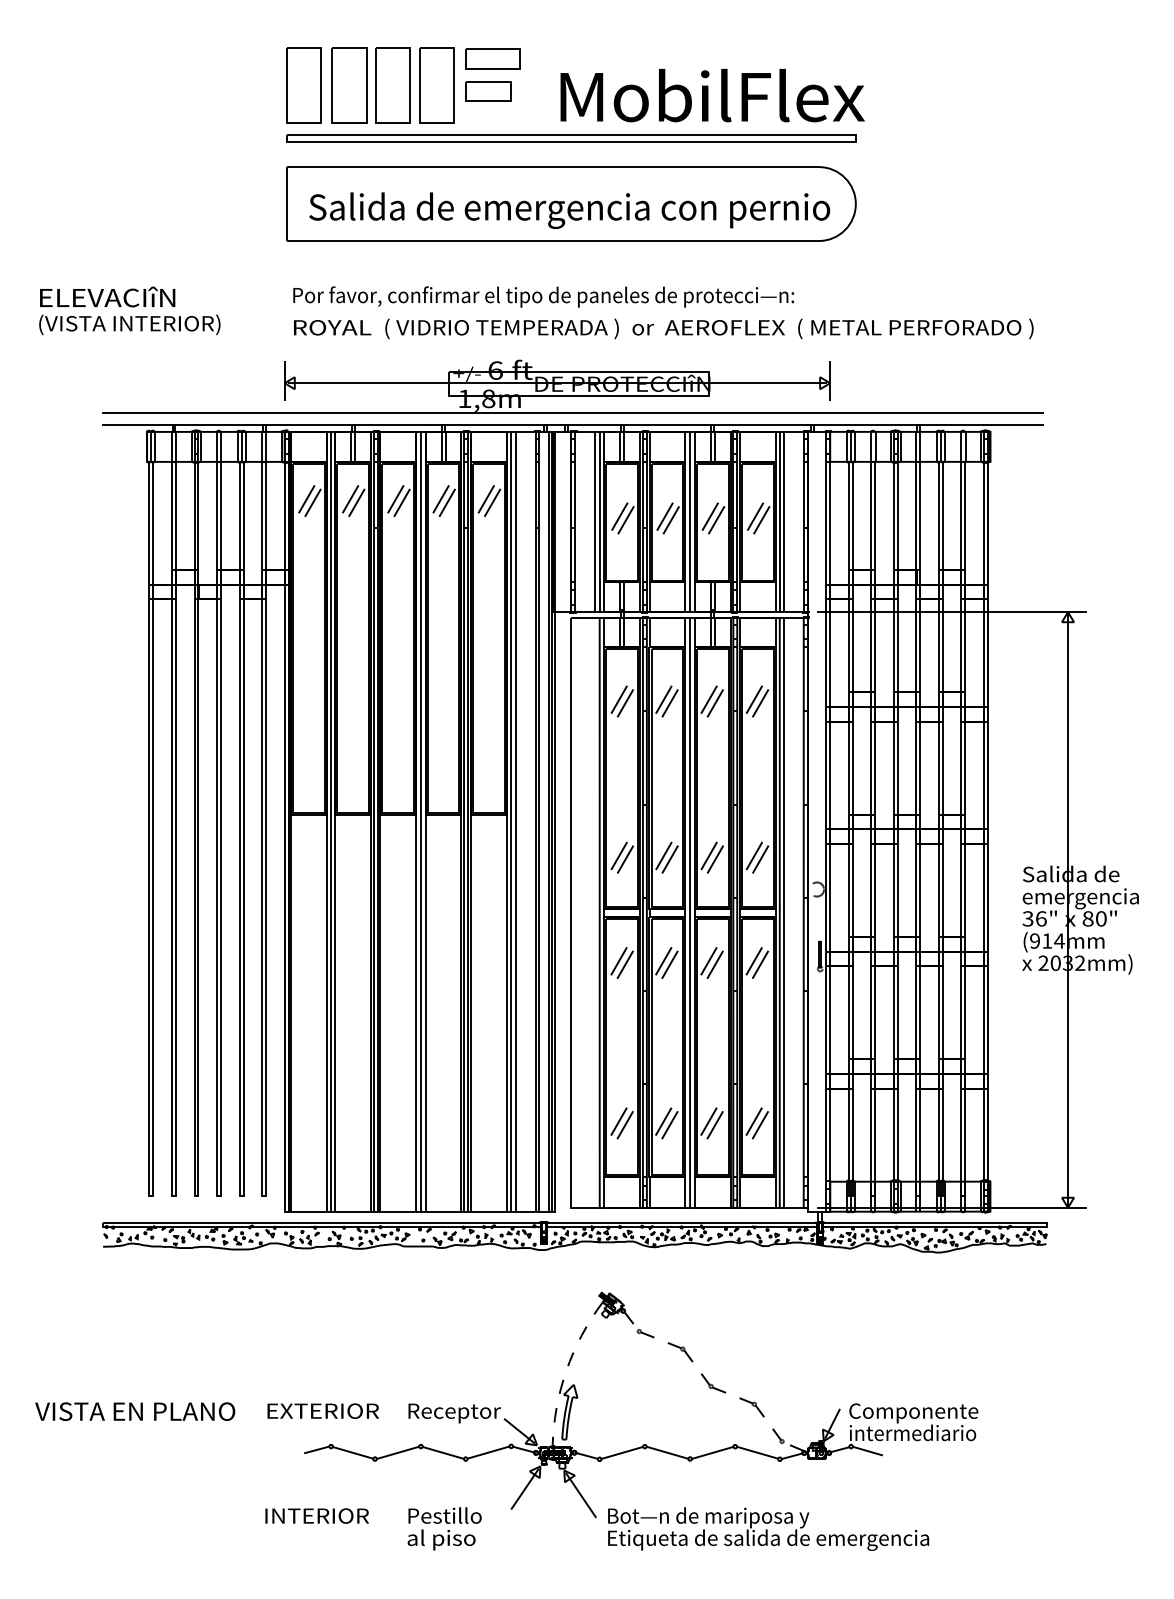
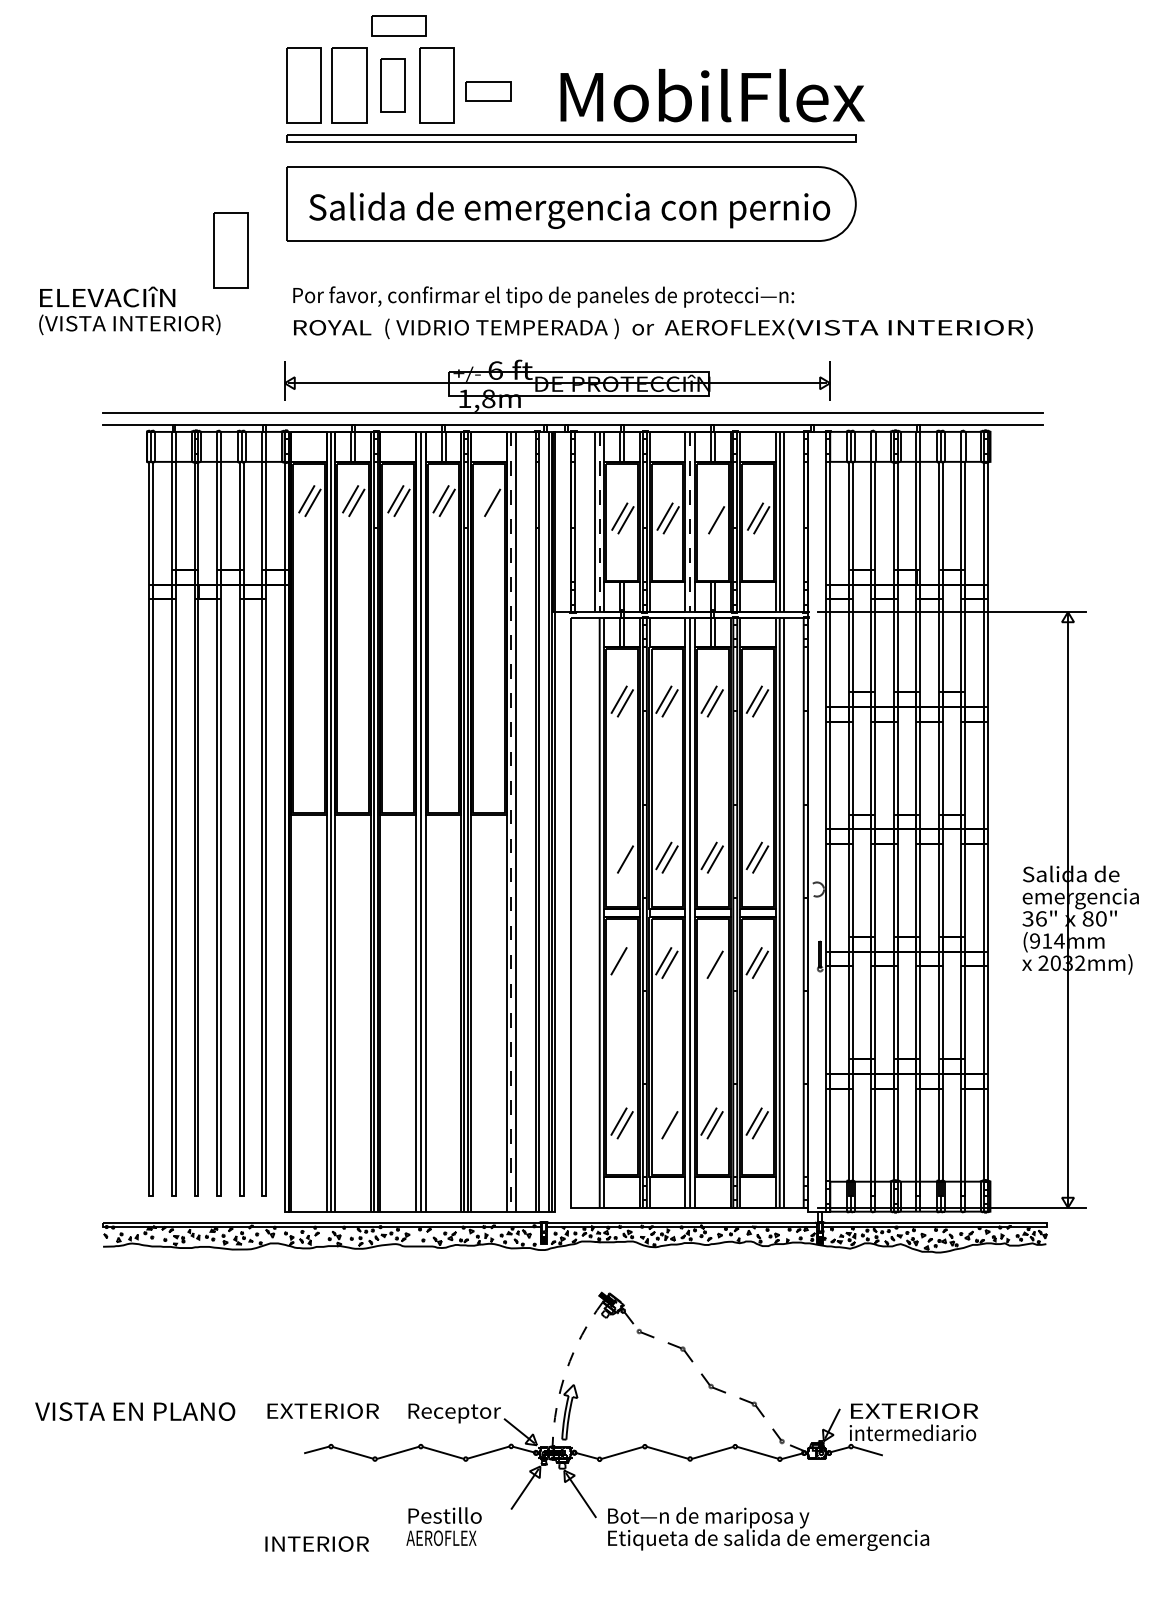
part at (492, 58) position: (492, 58) -> (398, 25)
part at (392, 85) size: 36x77 px -> 26x55 px
part at (230, 250): none -> present
text at (910, 328): ( METAL PERFORADO ) -> (VISTA INTERIOR)
line at (485, 499): present -> none
line at (709, 516): present -> none
line at (599, 522): solid -> dashed
line at (690, 522): solid -> dashed
line at (511, 821): solid -> dashed
line at (618, 855): present -> none
line at (708, 961): present -> none
line at (624, 964): present -> none
line at (663, 1121): present -> none
text at (913, 1413): Componente -> EXTERIOR
text at (316, 1515) position: (316, 1515) -> (316, 1543)
text at (441, 1539): al piso -> AEROFLEX
